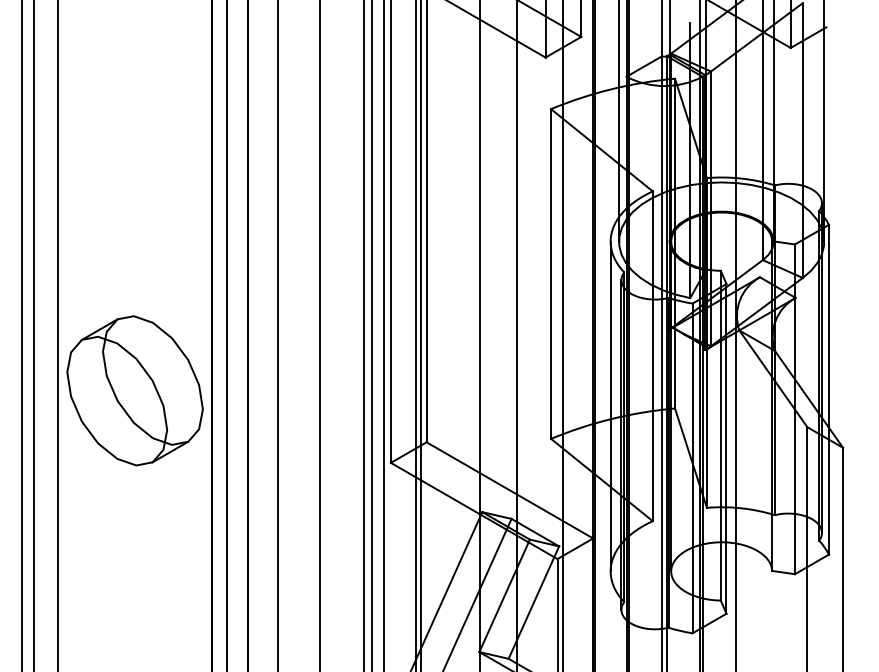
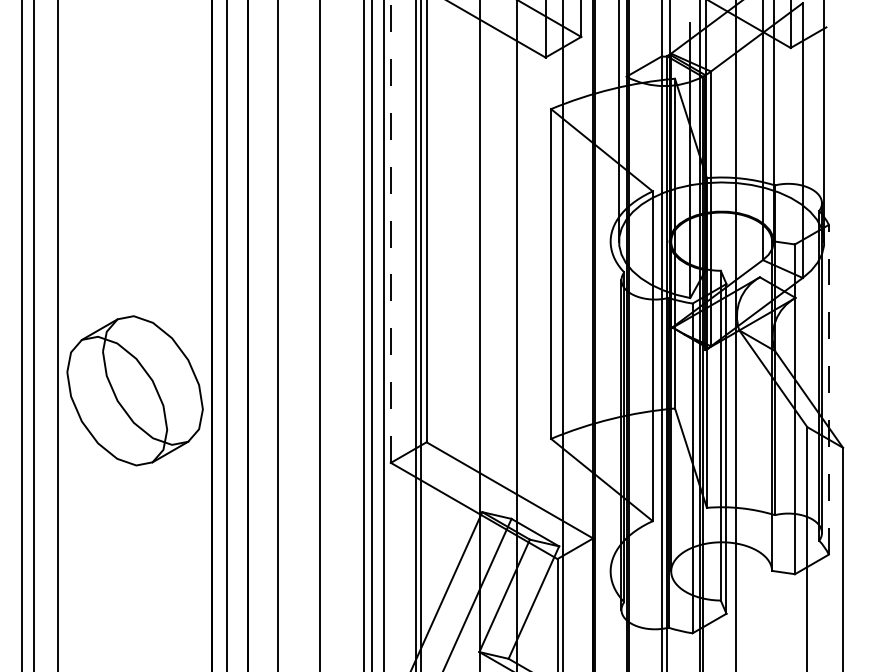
line at (390, 231): solid -> dashed
line at (828, 389): solid -> dashed
line at (610, 406): present -> none
